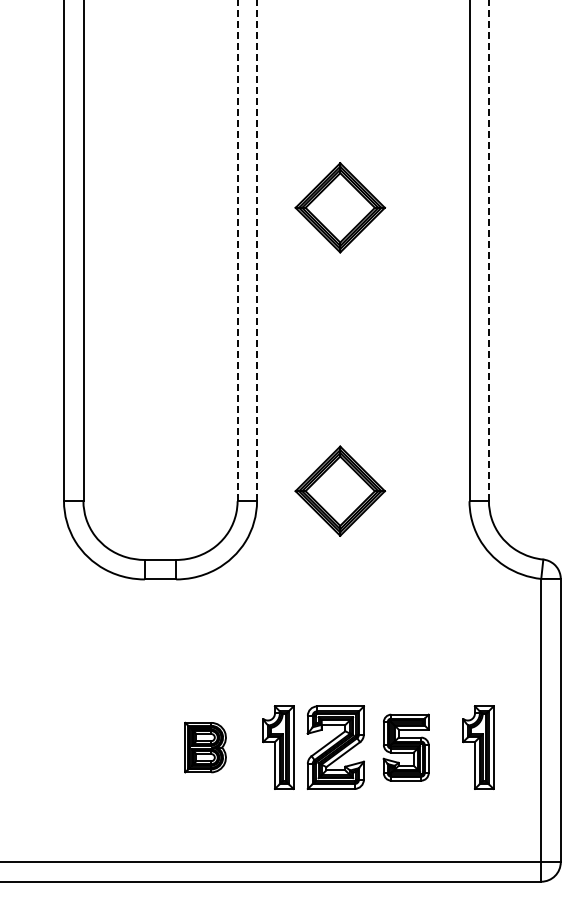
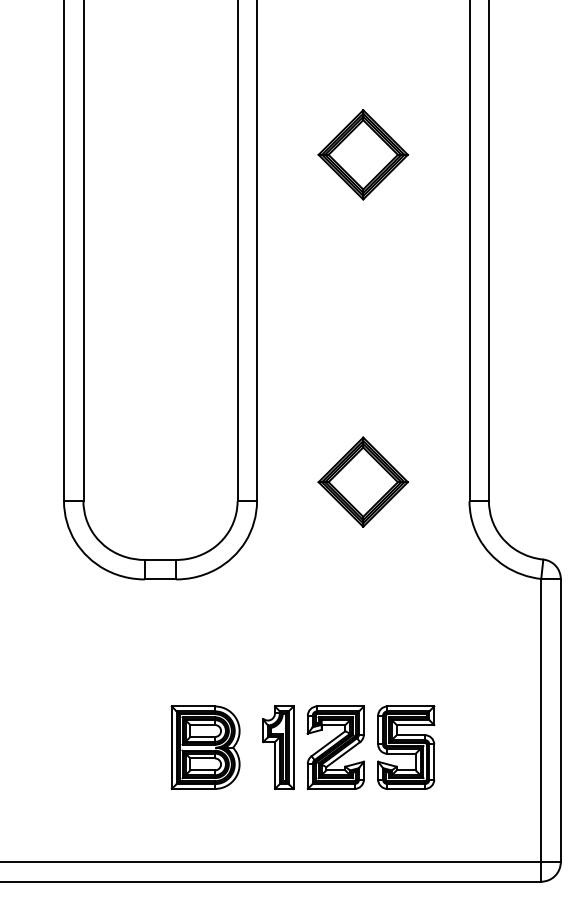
part at (340, 207) position: (340, 207) -> (363, 154)
line at (237, 250): dashed -> solid
line at (257, 250): dashed -> solid
line at (488, 250): dashed -> solid
part at (340, 490) position: (340, 490) -> (363, 481)
part at (205, 747) size: 43x53 px -> 71x85 px
part at (405, 747) size: 48x69 px -> 59x85 px
part at (478, 747): present -> none
